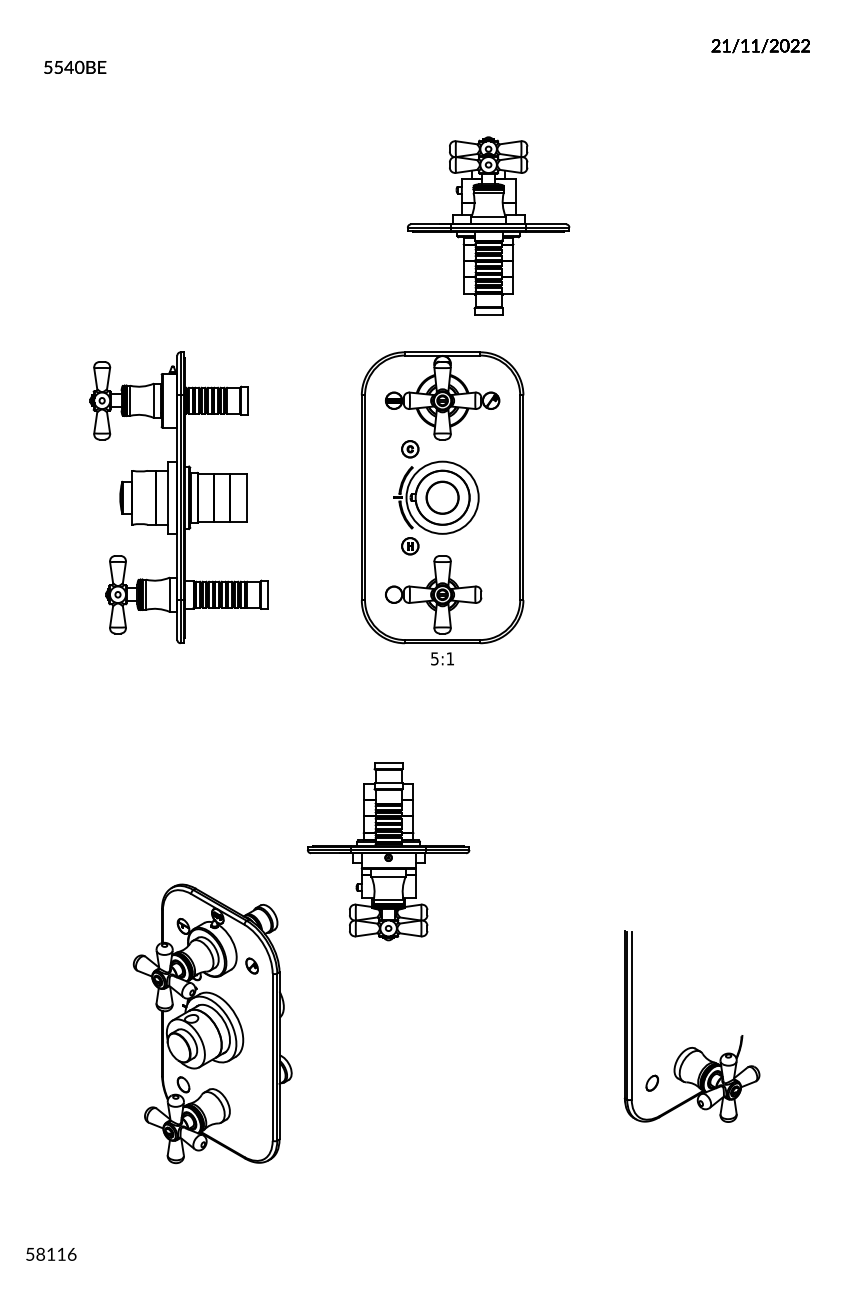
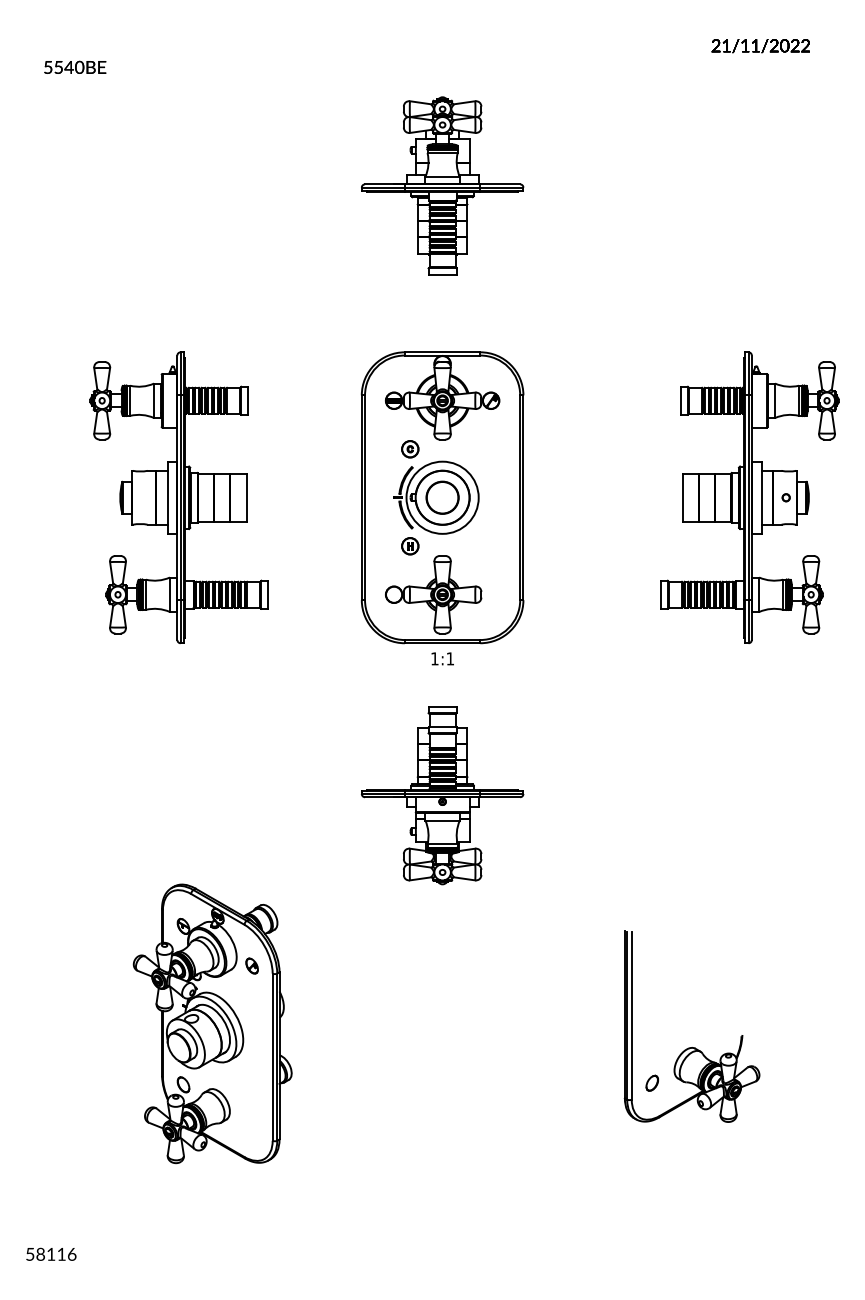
part at (488, 225) position: (488, 225) -> (442, 185)
part at (749, 497): none -> present
text at (434, 658): 5:1 -> 1:1
part at (388, 851) position: (388, 851) -> (442, 795)
